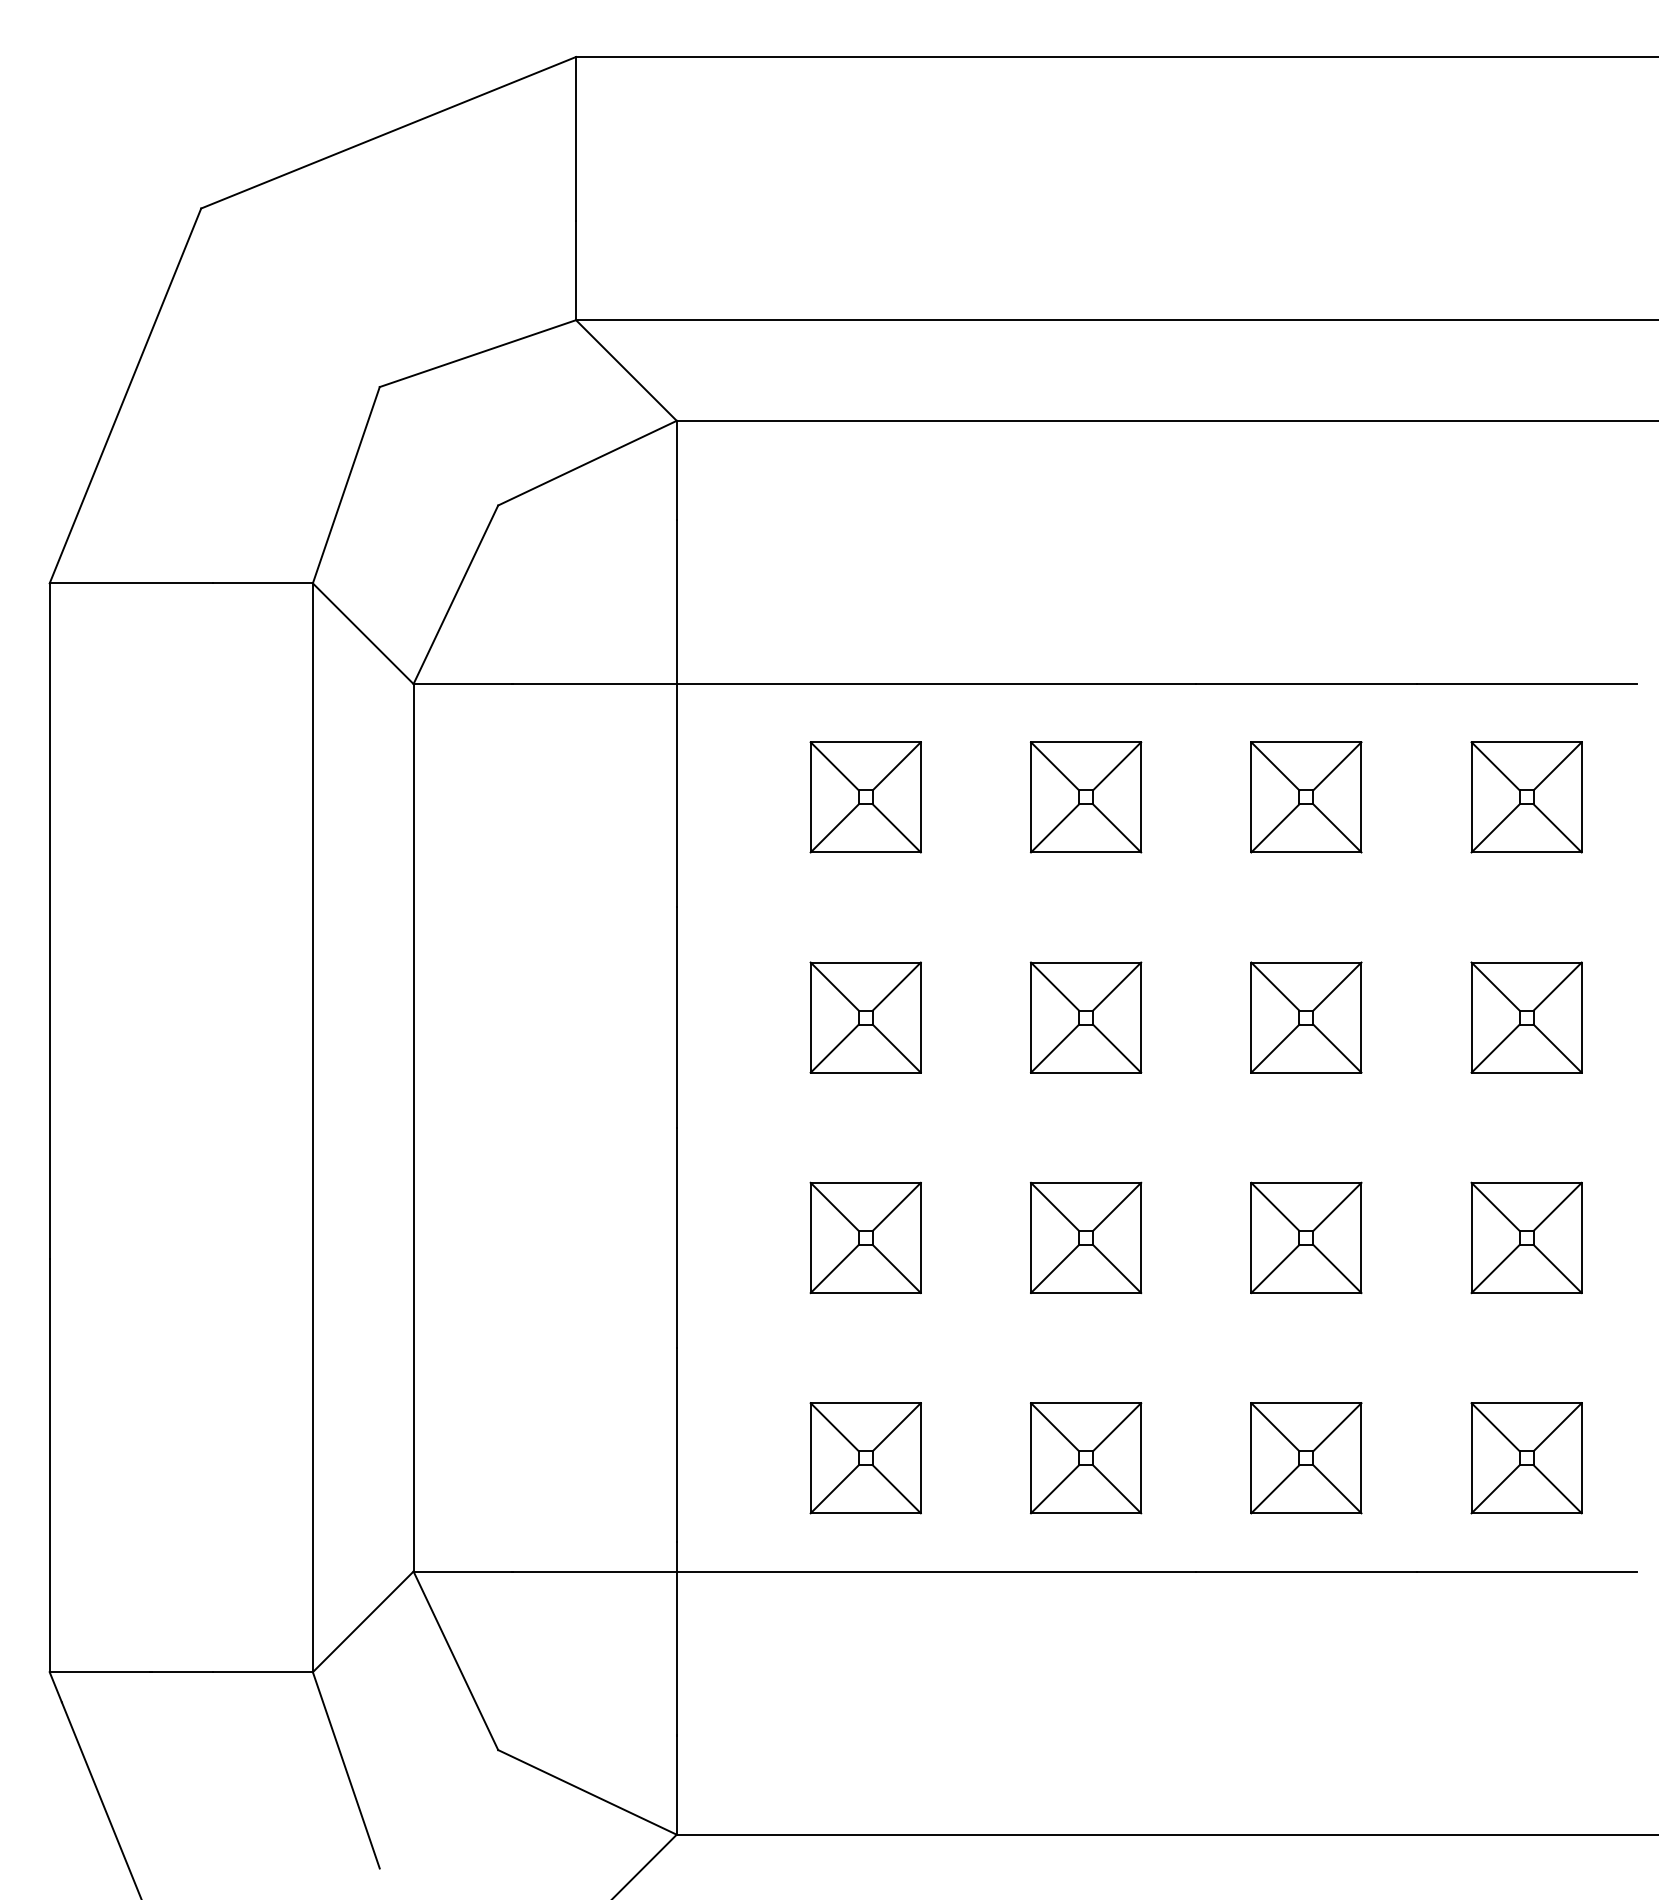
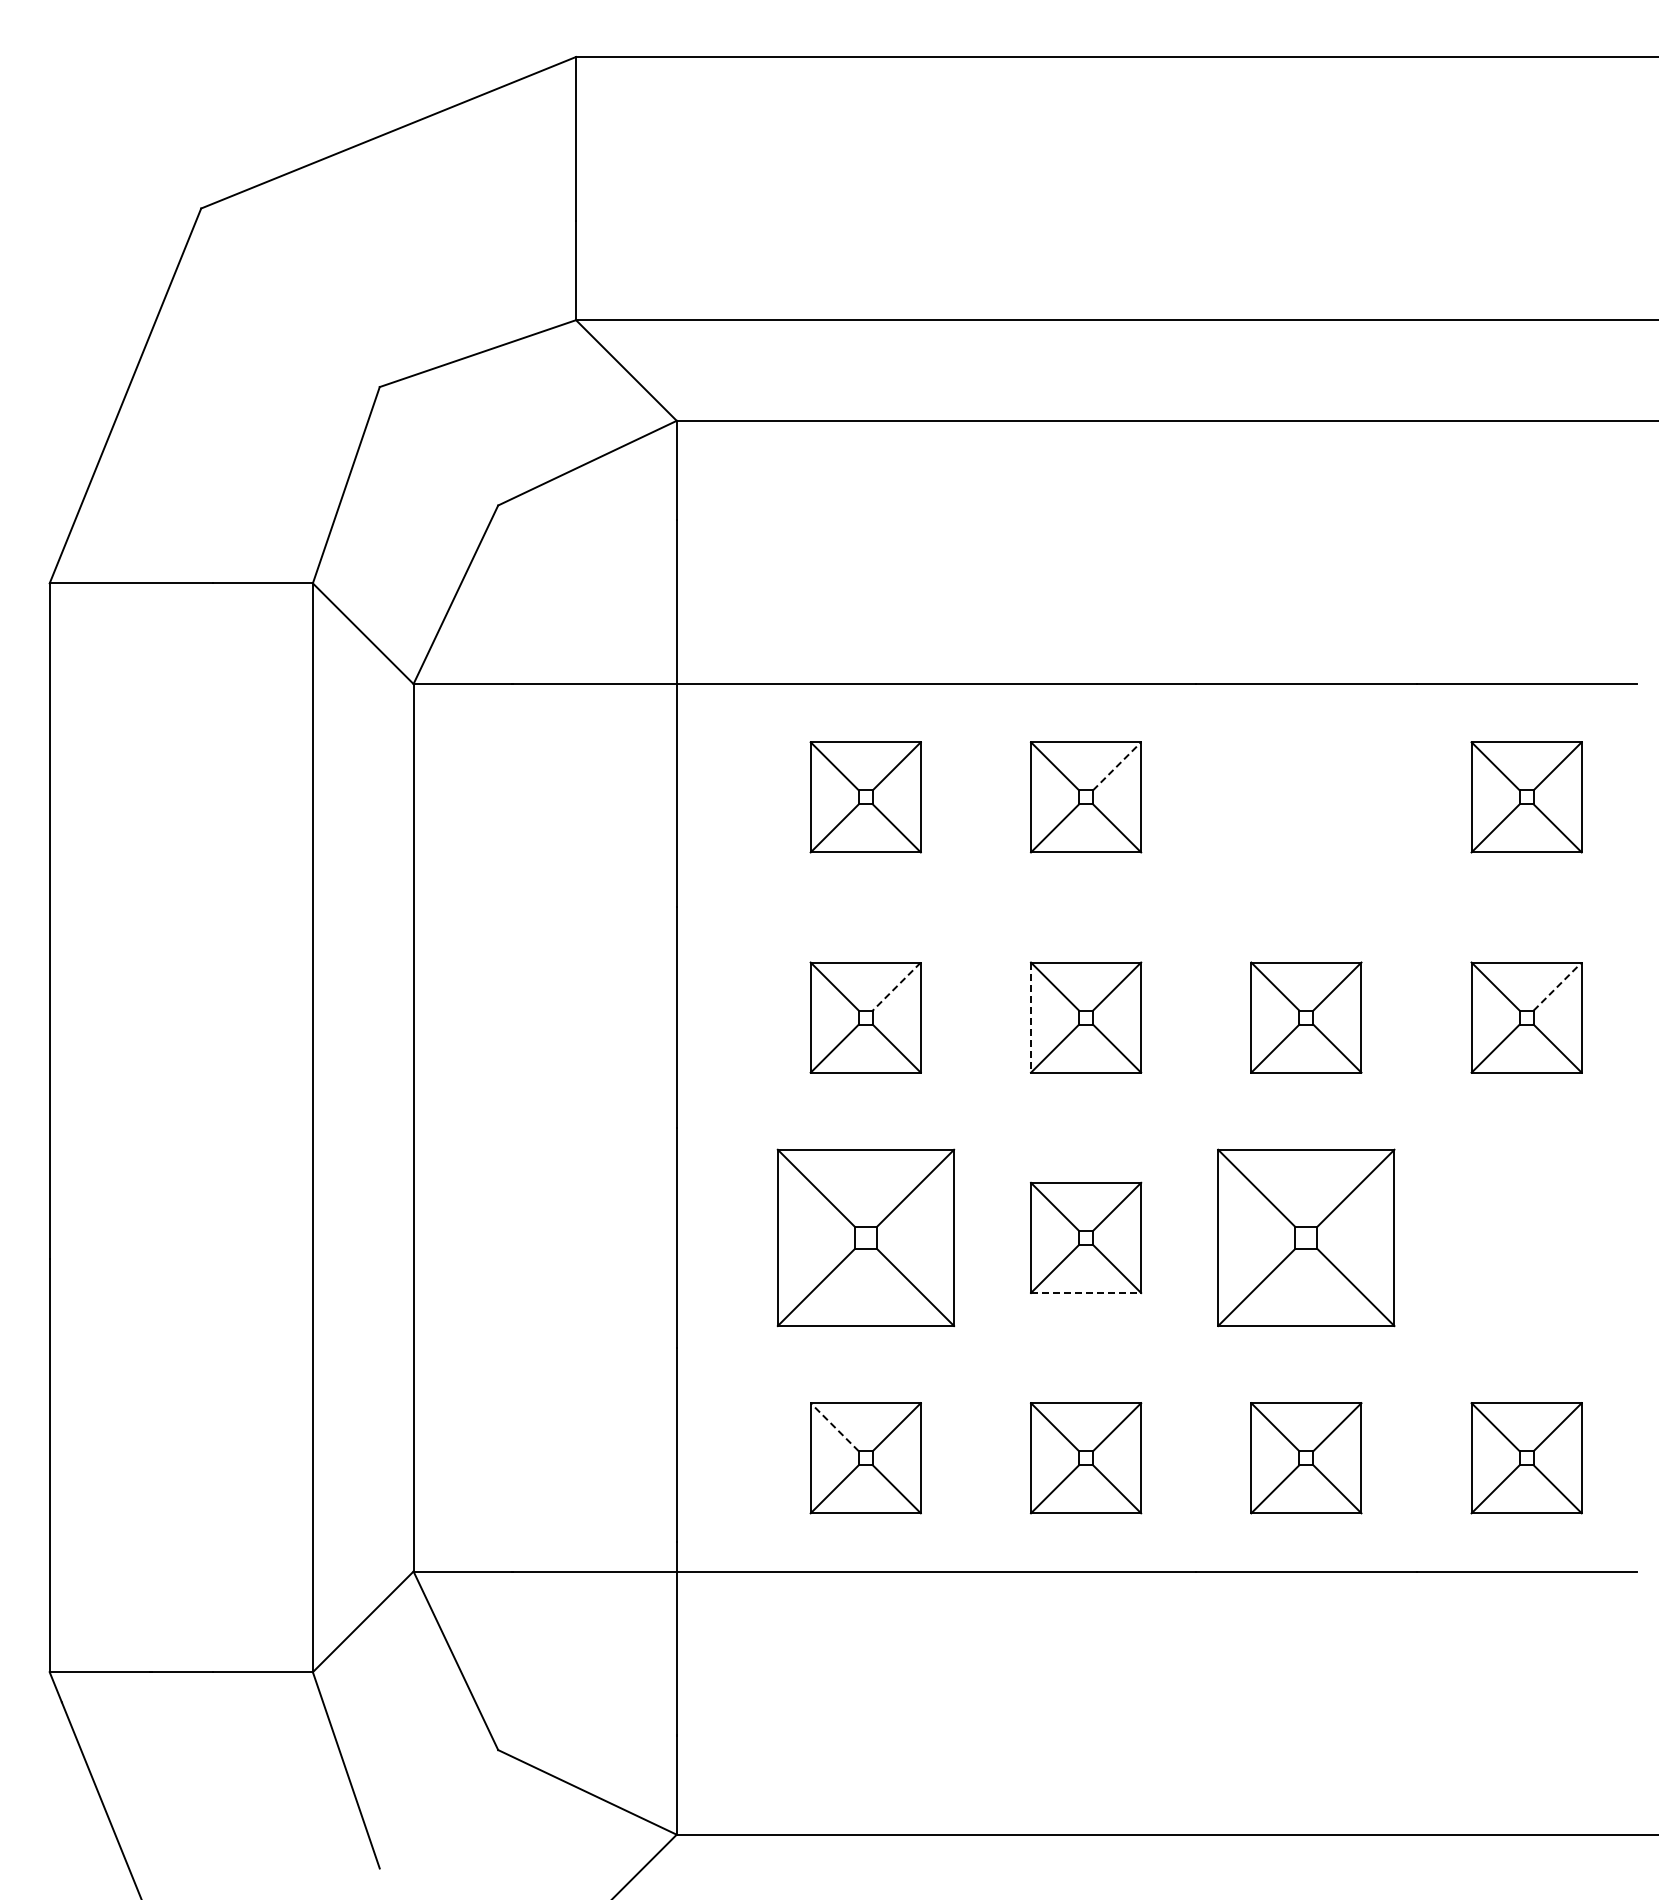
line at (1117, 766): solid -> dashed
part at (1306, 797): present -> none
line at (1558, 986): solid -> dashed
line at (896, 987): solid -> dashed
line at (1031, 1018): solid -> dashed
part at (865, 1237) size: 113x114 px -> 180x179 px
part at (1306, 1237) size: 113x114 px -> 179x180 px
part at (1526, 1237): present -> none
line at (1086, 1293): solid -> dashed
line at (834, 1426): solid -> dashed
